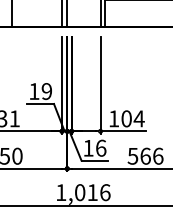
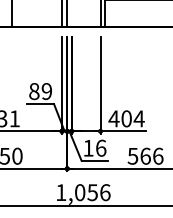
text at (34, 91): 19 -> 89
text at (113, 118): 104 -> 404
text at (92, 192): 1,016 -> 1,056
